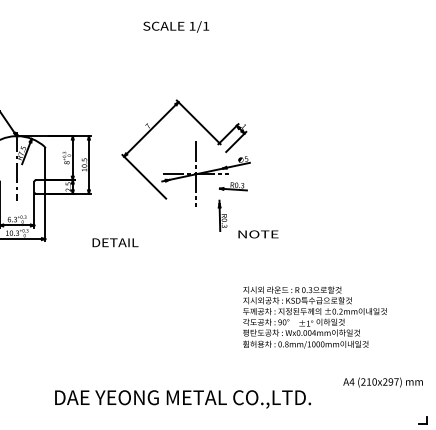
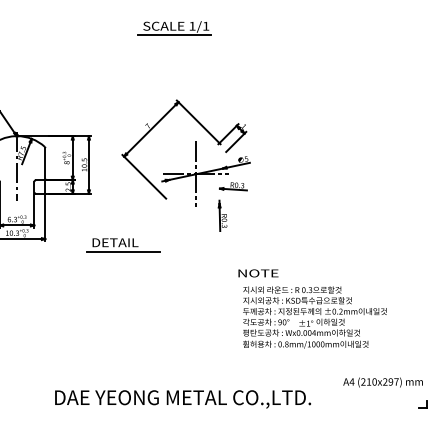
line at (174, 35): none -> present
text at (258, 234) position: (258, 234) -> (258, 273)
line at (123, 251): none -> present
part at (422, 420) position: (422, 420) -> (422, 404)
